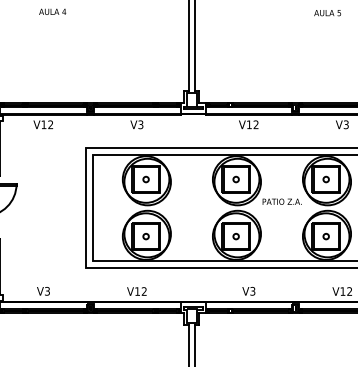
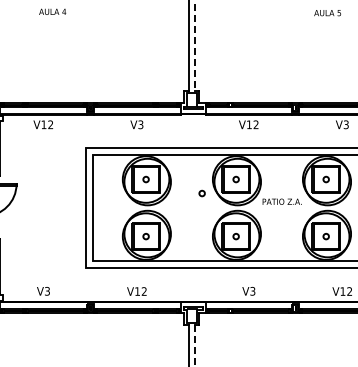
line at (194, 45): solid -> dashed
circle at (201, 193): none -> present
line at (194, 346): solid -> dashed
